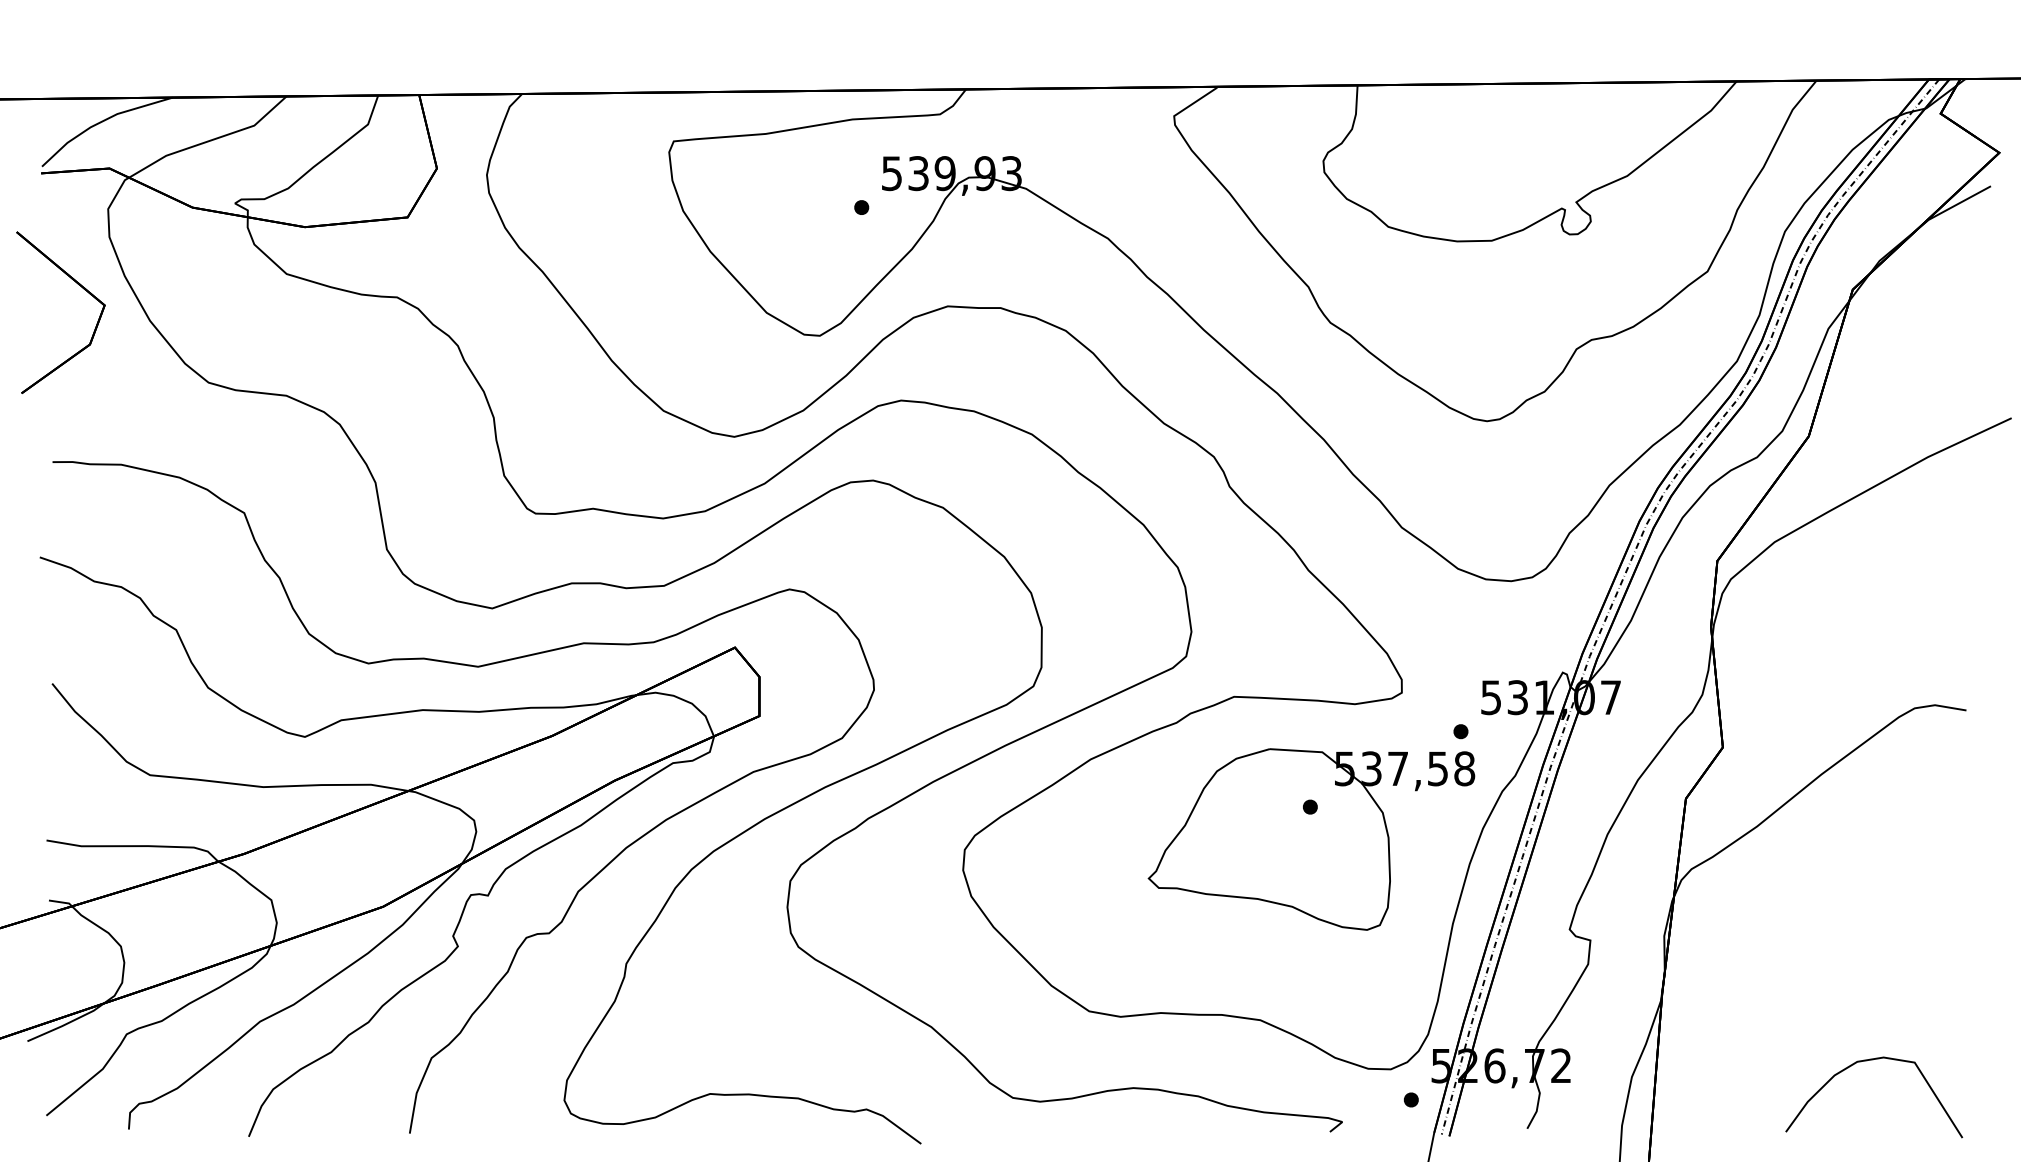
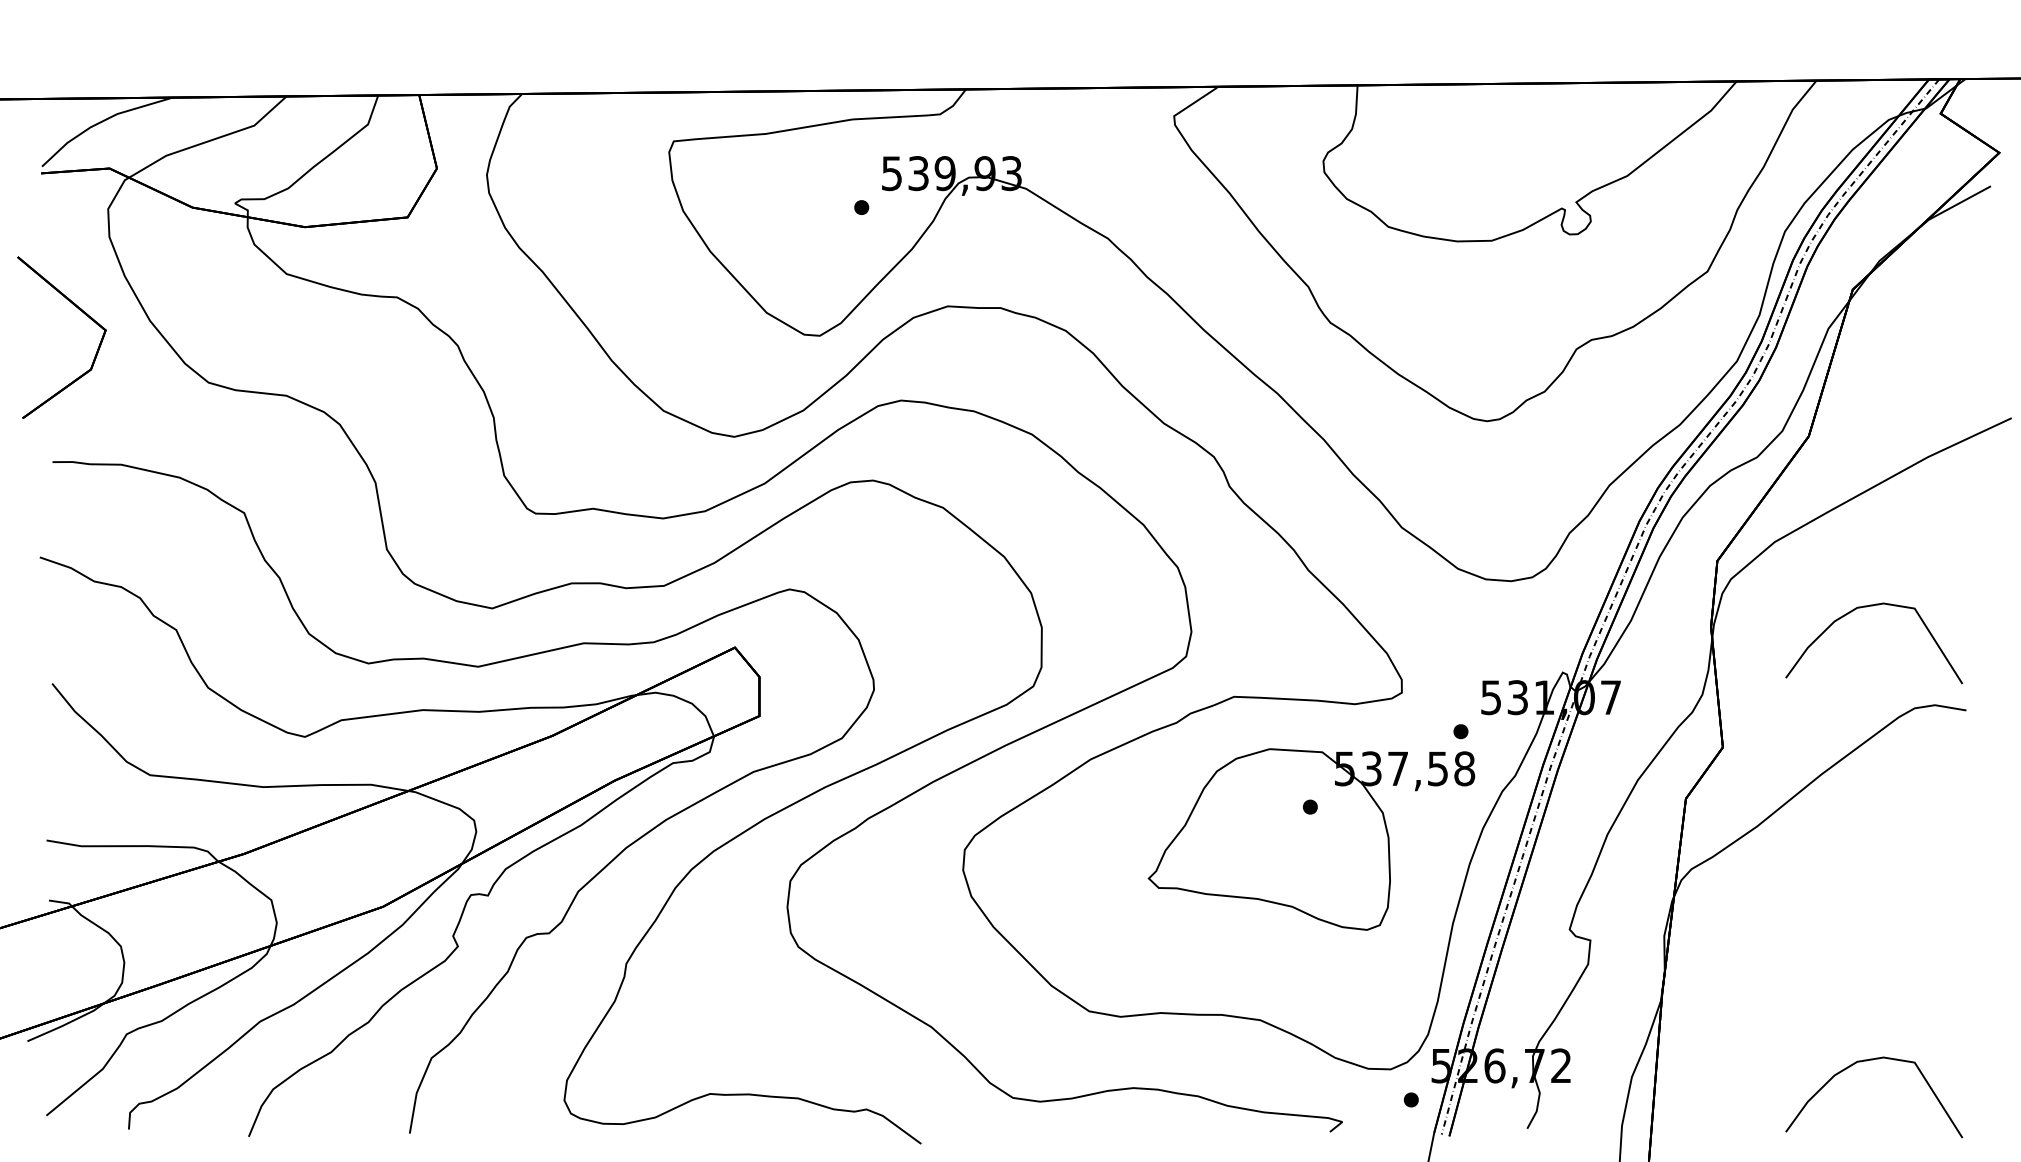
part at (83, 289) position: (83, 289) -> (84, 314)
curve at (1867, 607): none -> present
